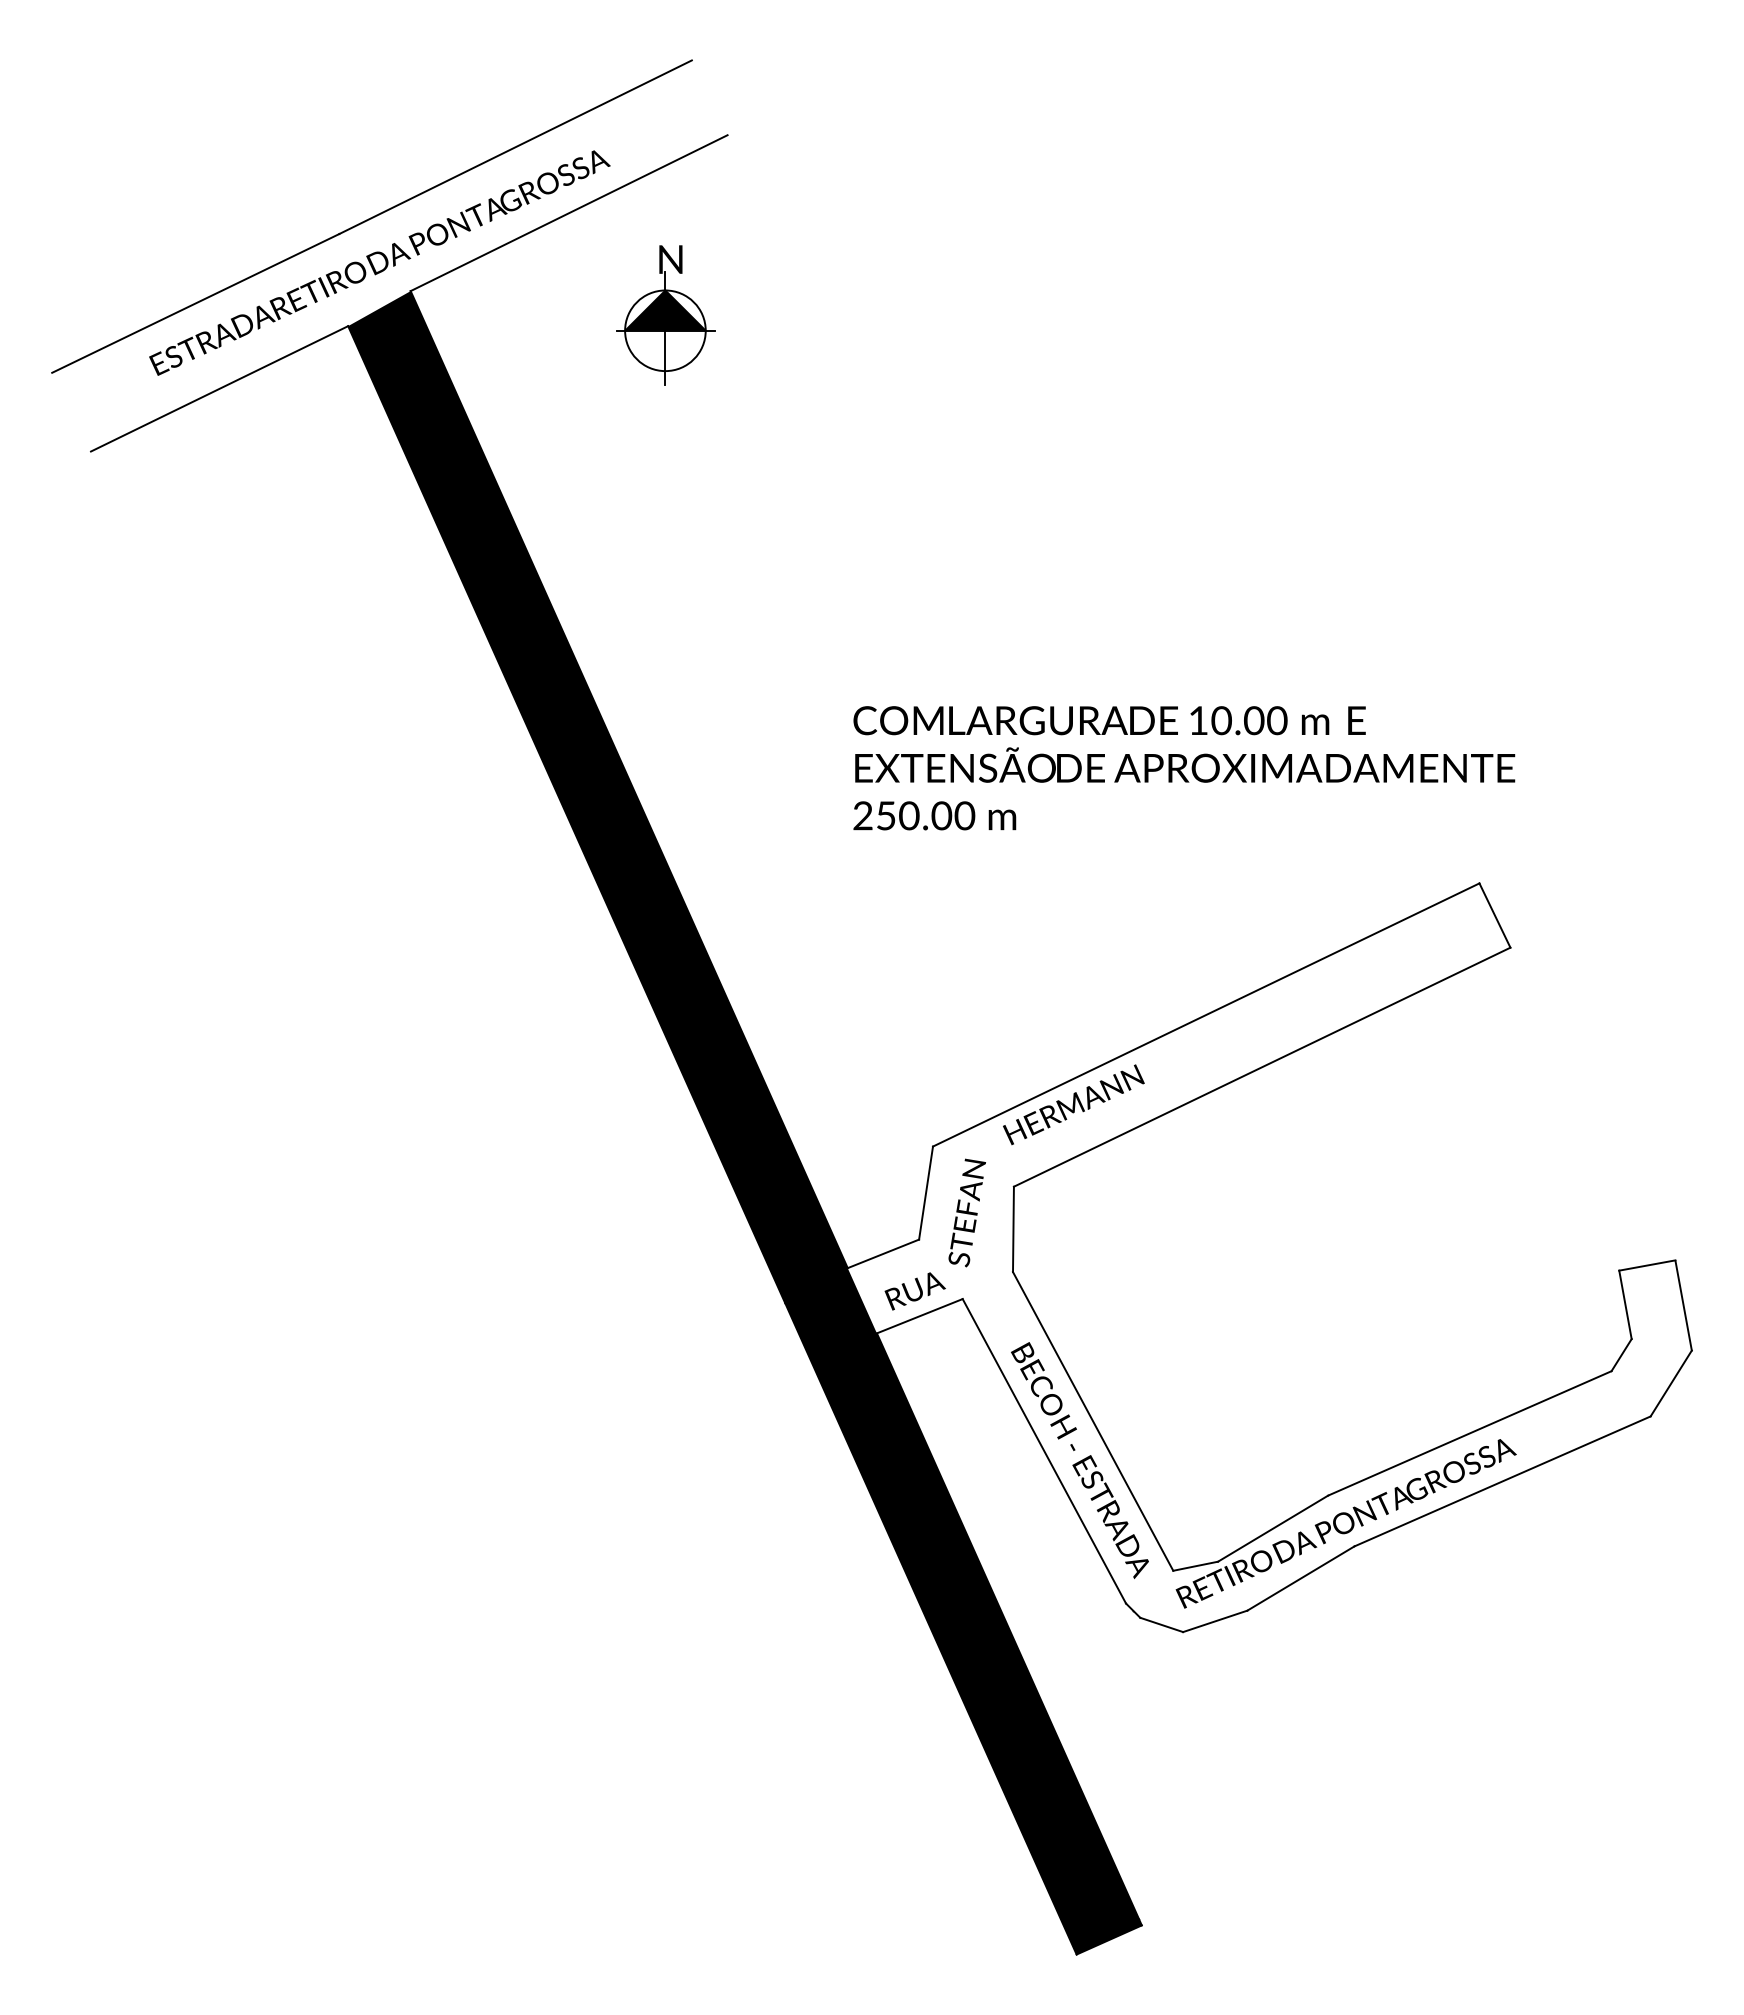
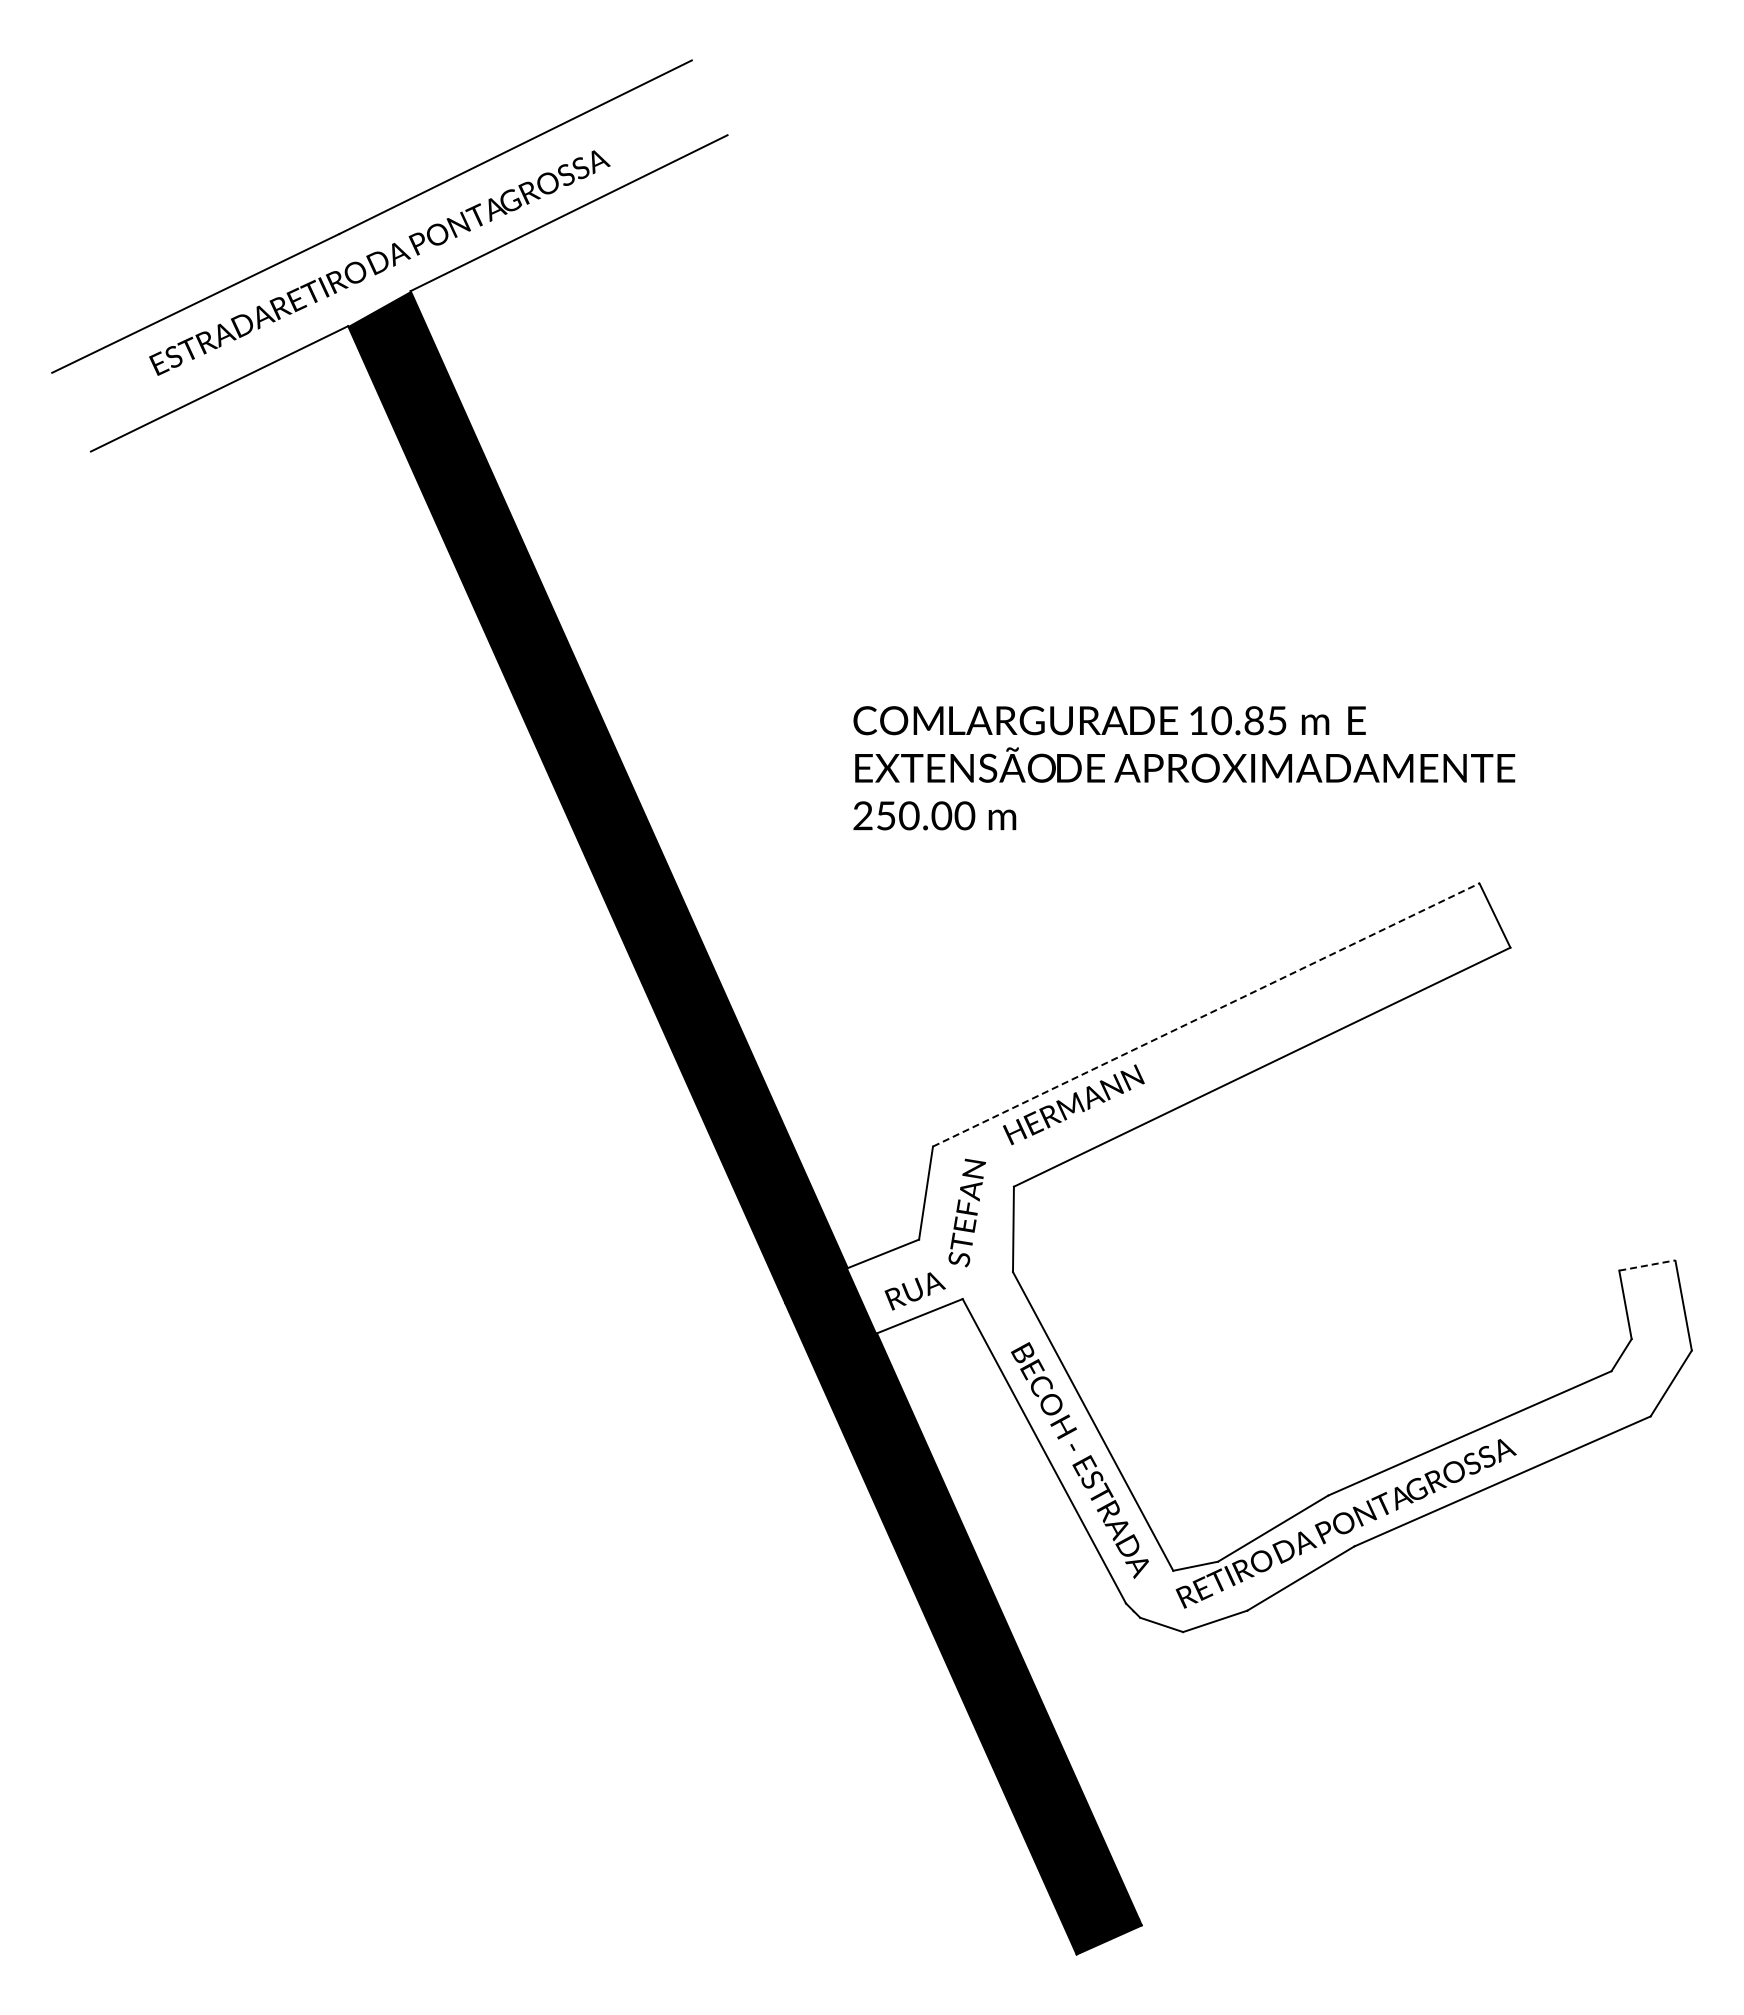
part at (665, 315): present -> none
text at (1265, 720): 10.00 -> 10.85
line at (1206, 1014): solid -> dashed
line at (1647, 1265): solid -> dashed
